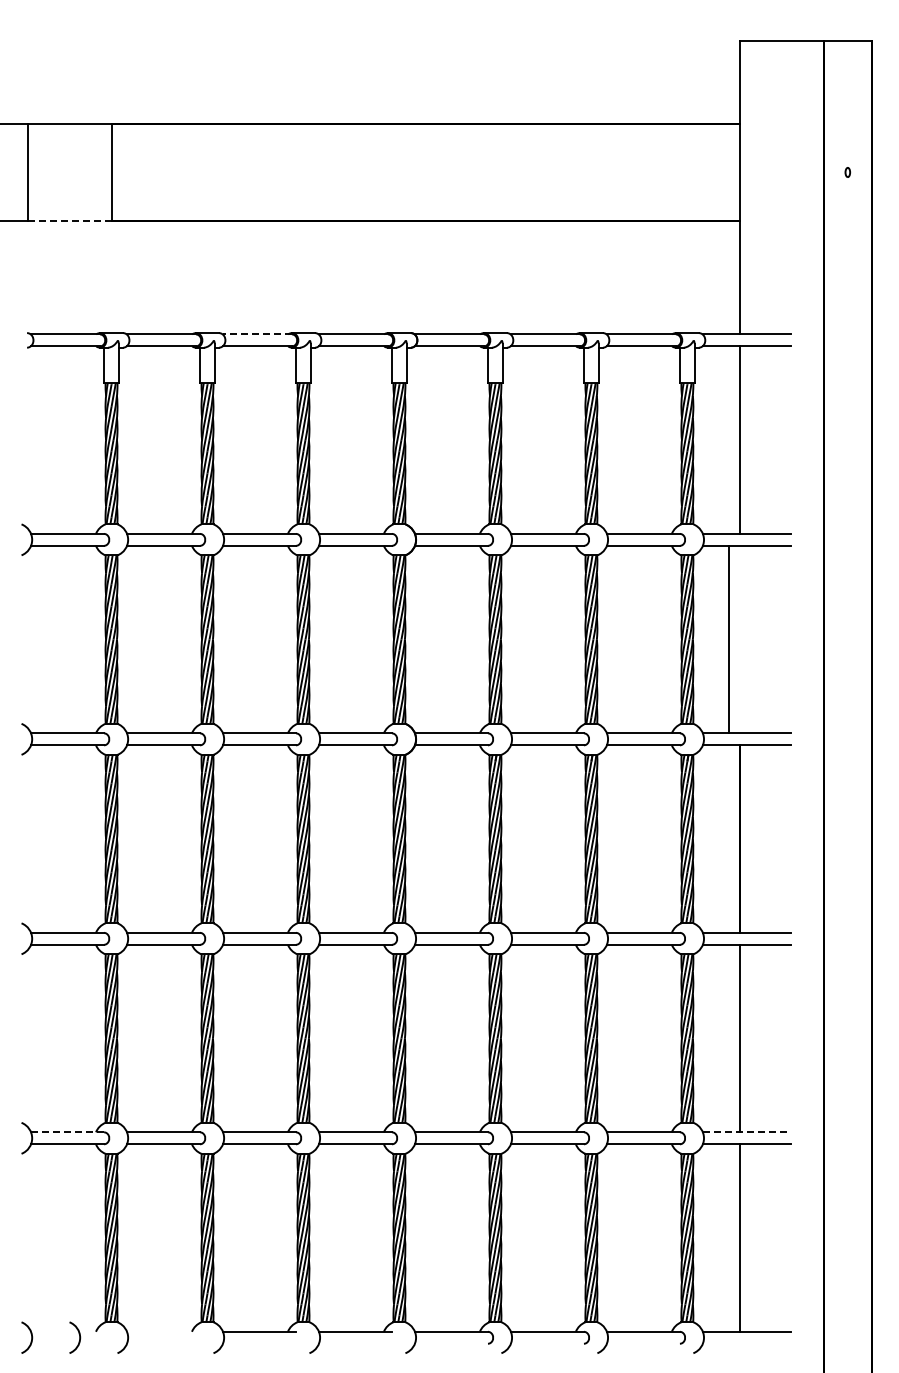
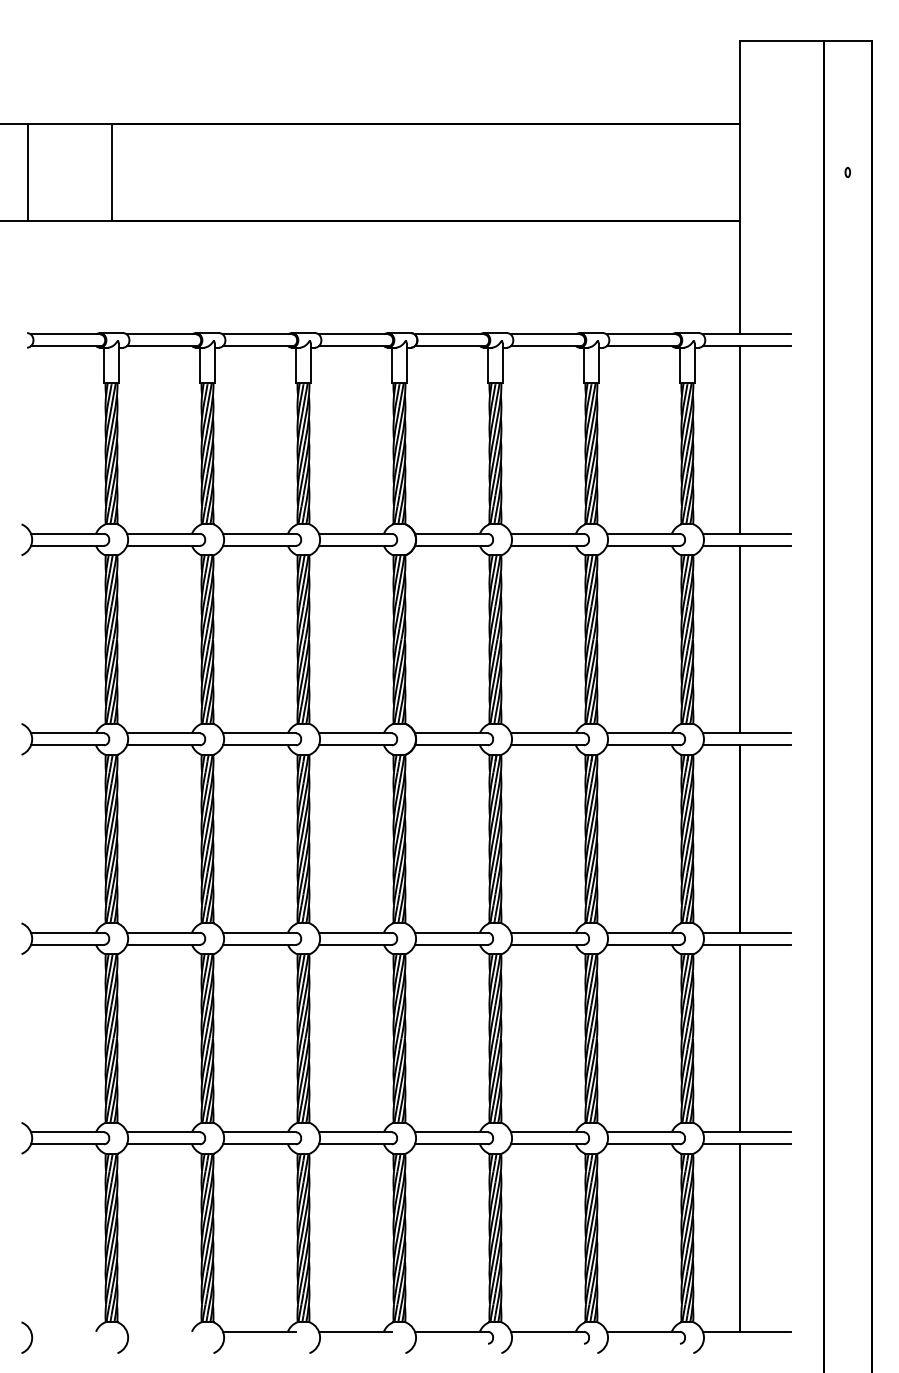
line at (70, 220): dashed -> solid
line at (257, 334): dashed -> solid
line at (729, 639) position: (729, 639) -> (740, 639)
line at (67, 1132): dashed -> solid
line at (747, 1132): dashed -> solid
arc at (79, 1337): present -> none
